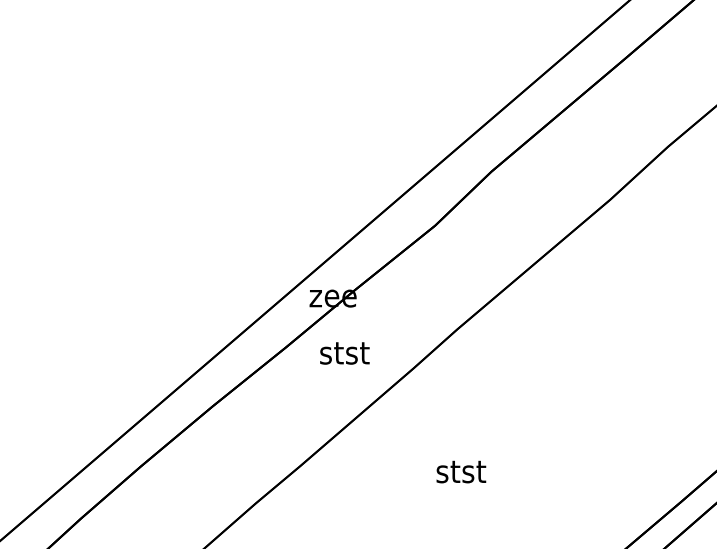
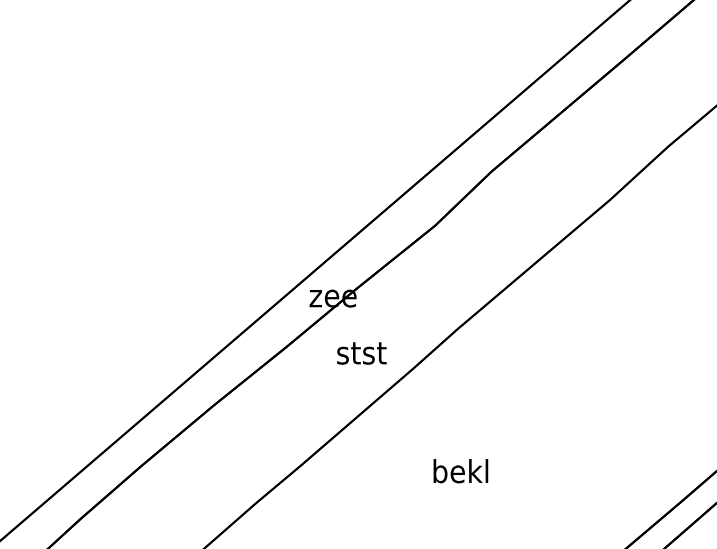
text at (344, 353) position: (344, 353) -> (361, 353)
text at (460, 471): stst -> bekl
